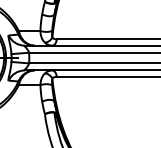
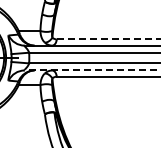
line at (108, 39): solid -> dashed
line at (92, 70): solid -> dashed
